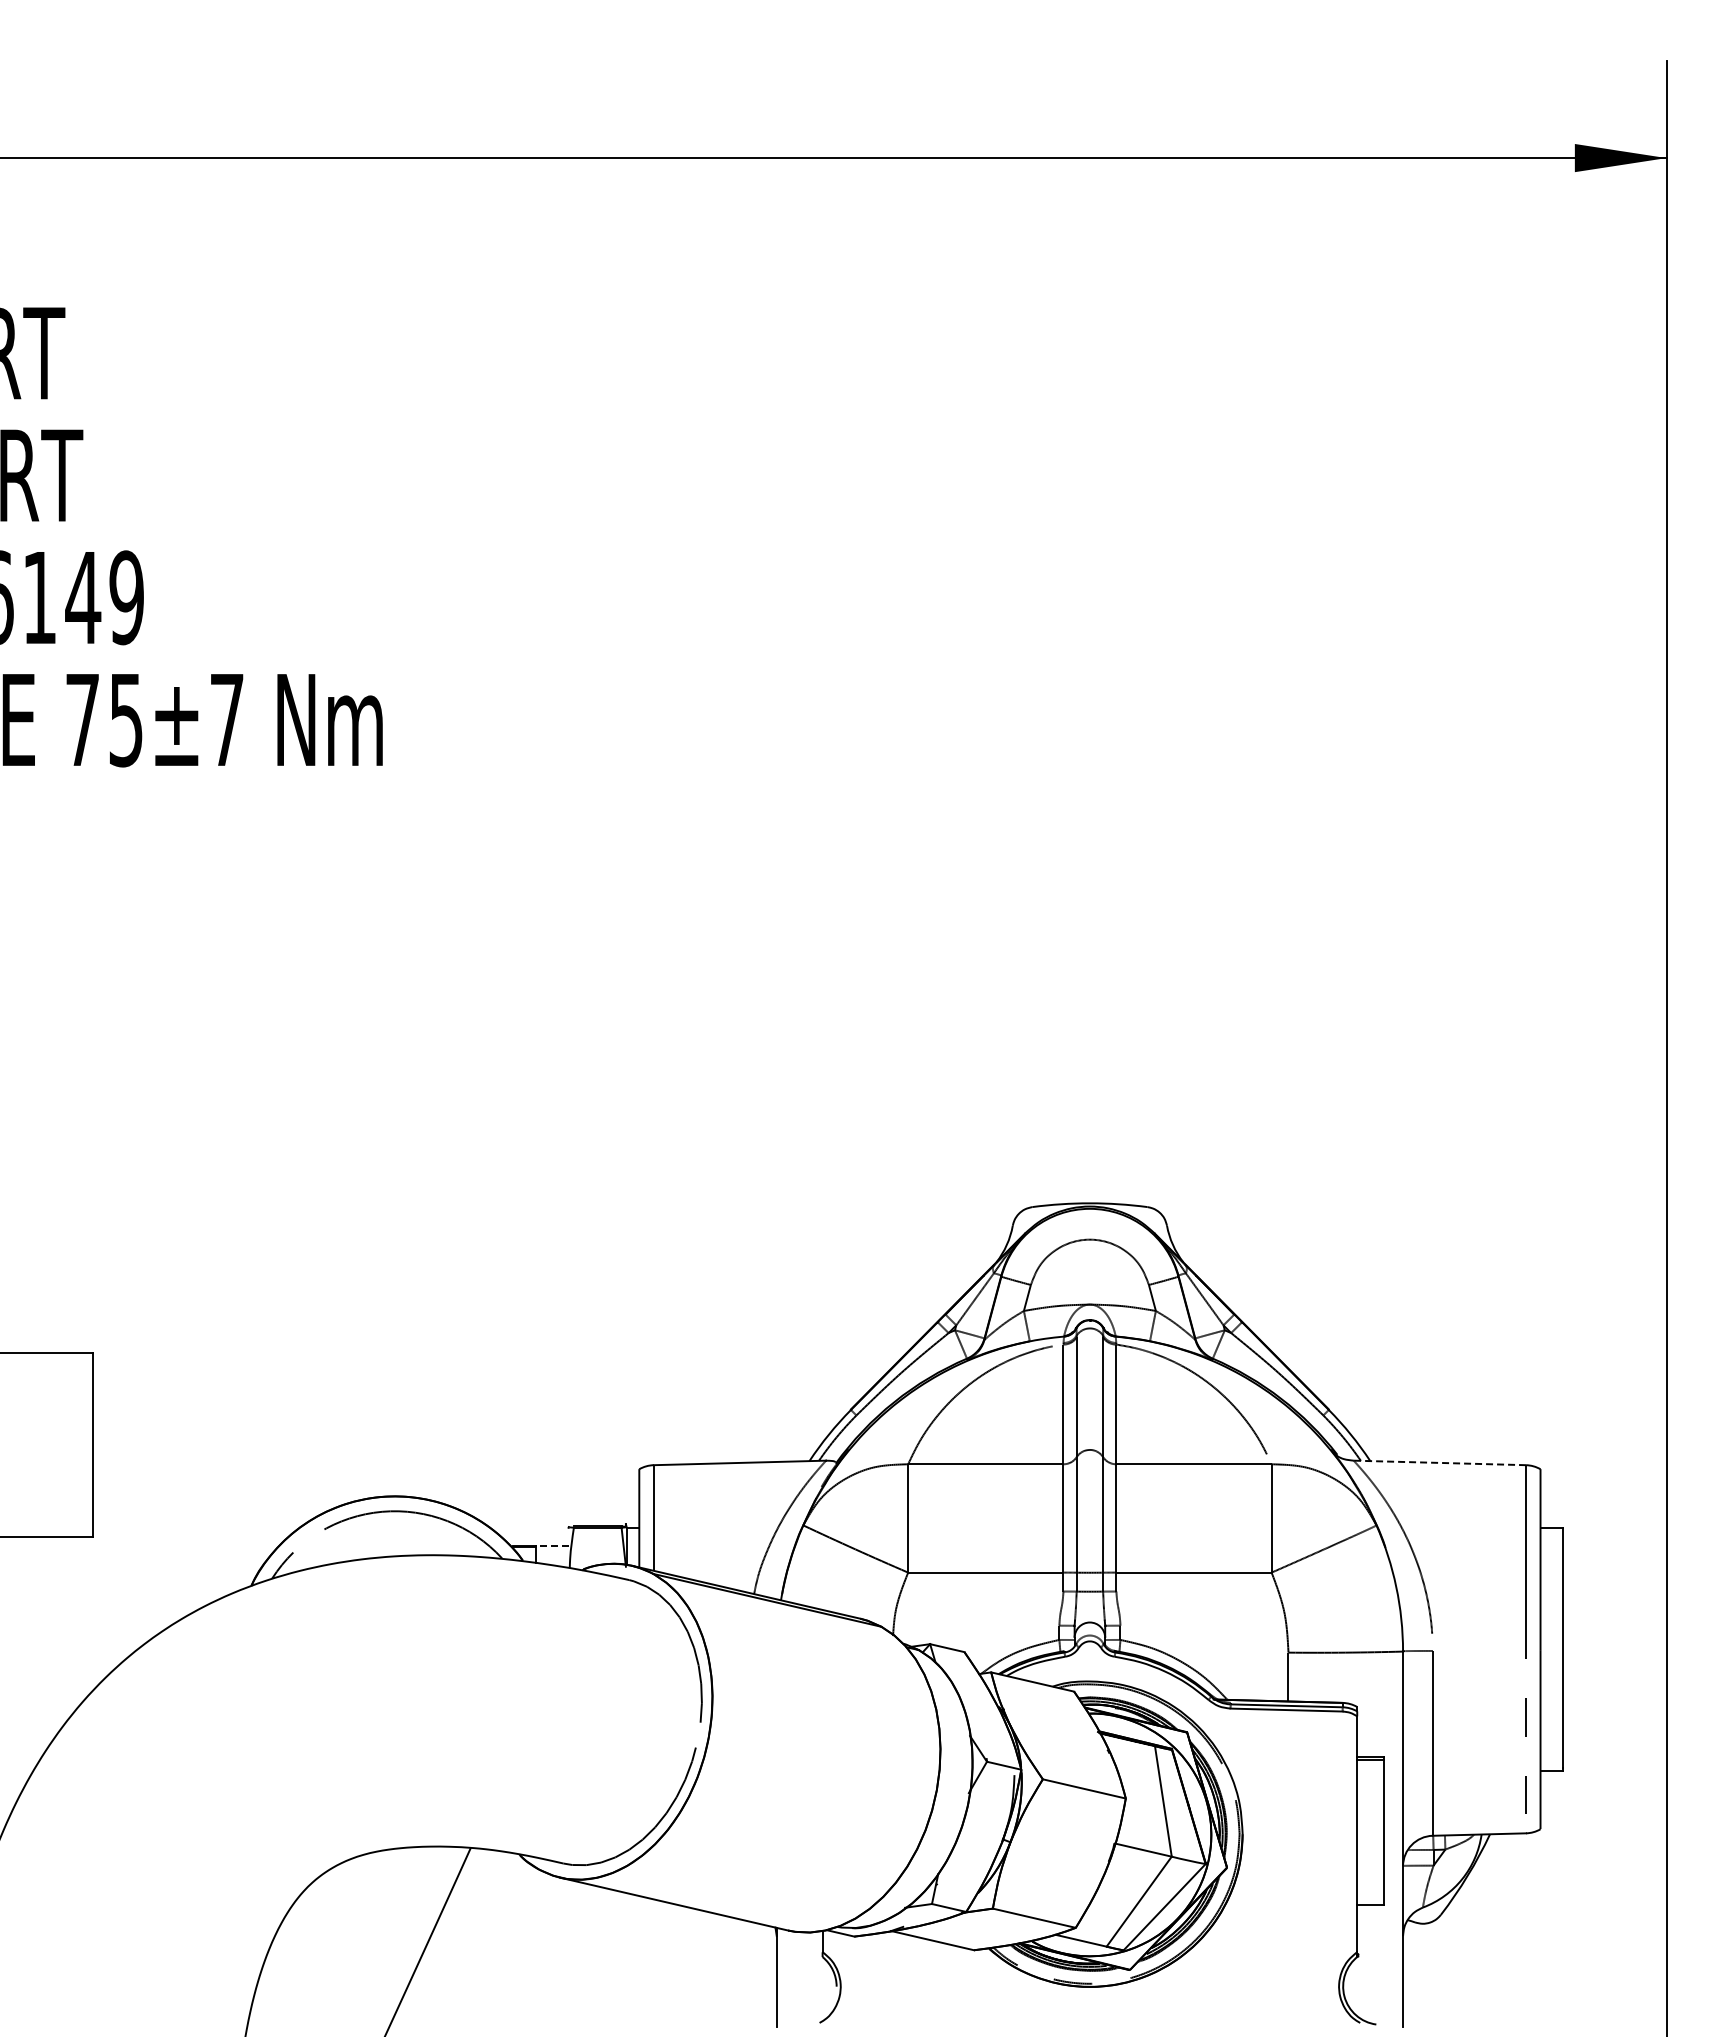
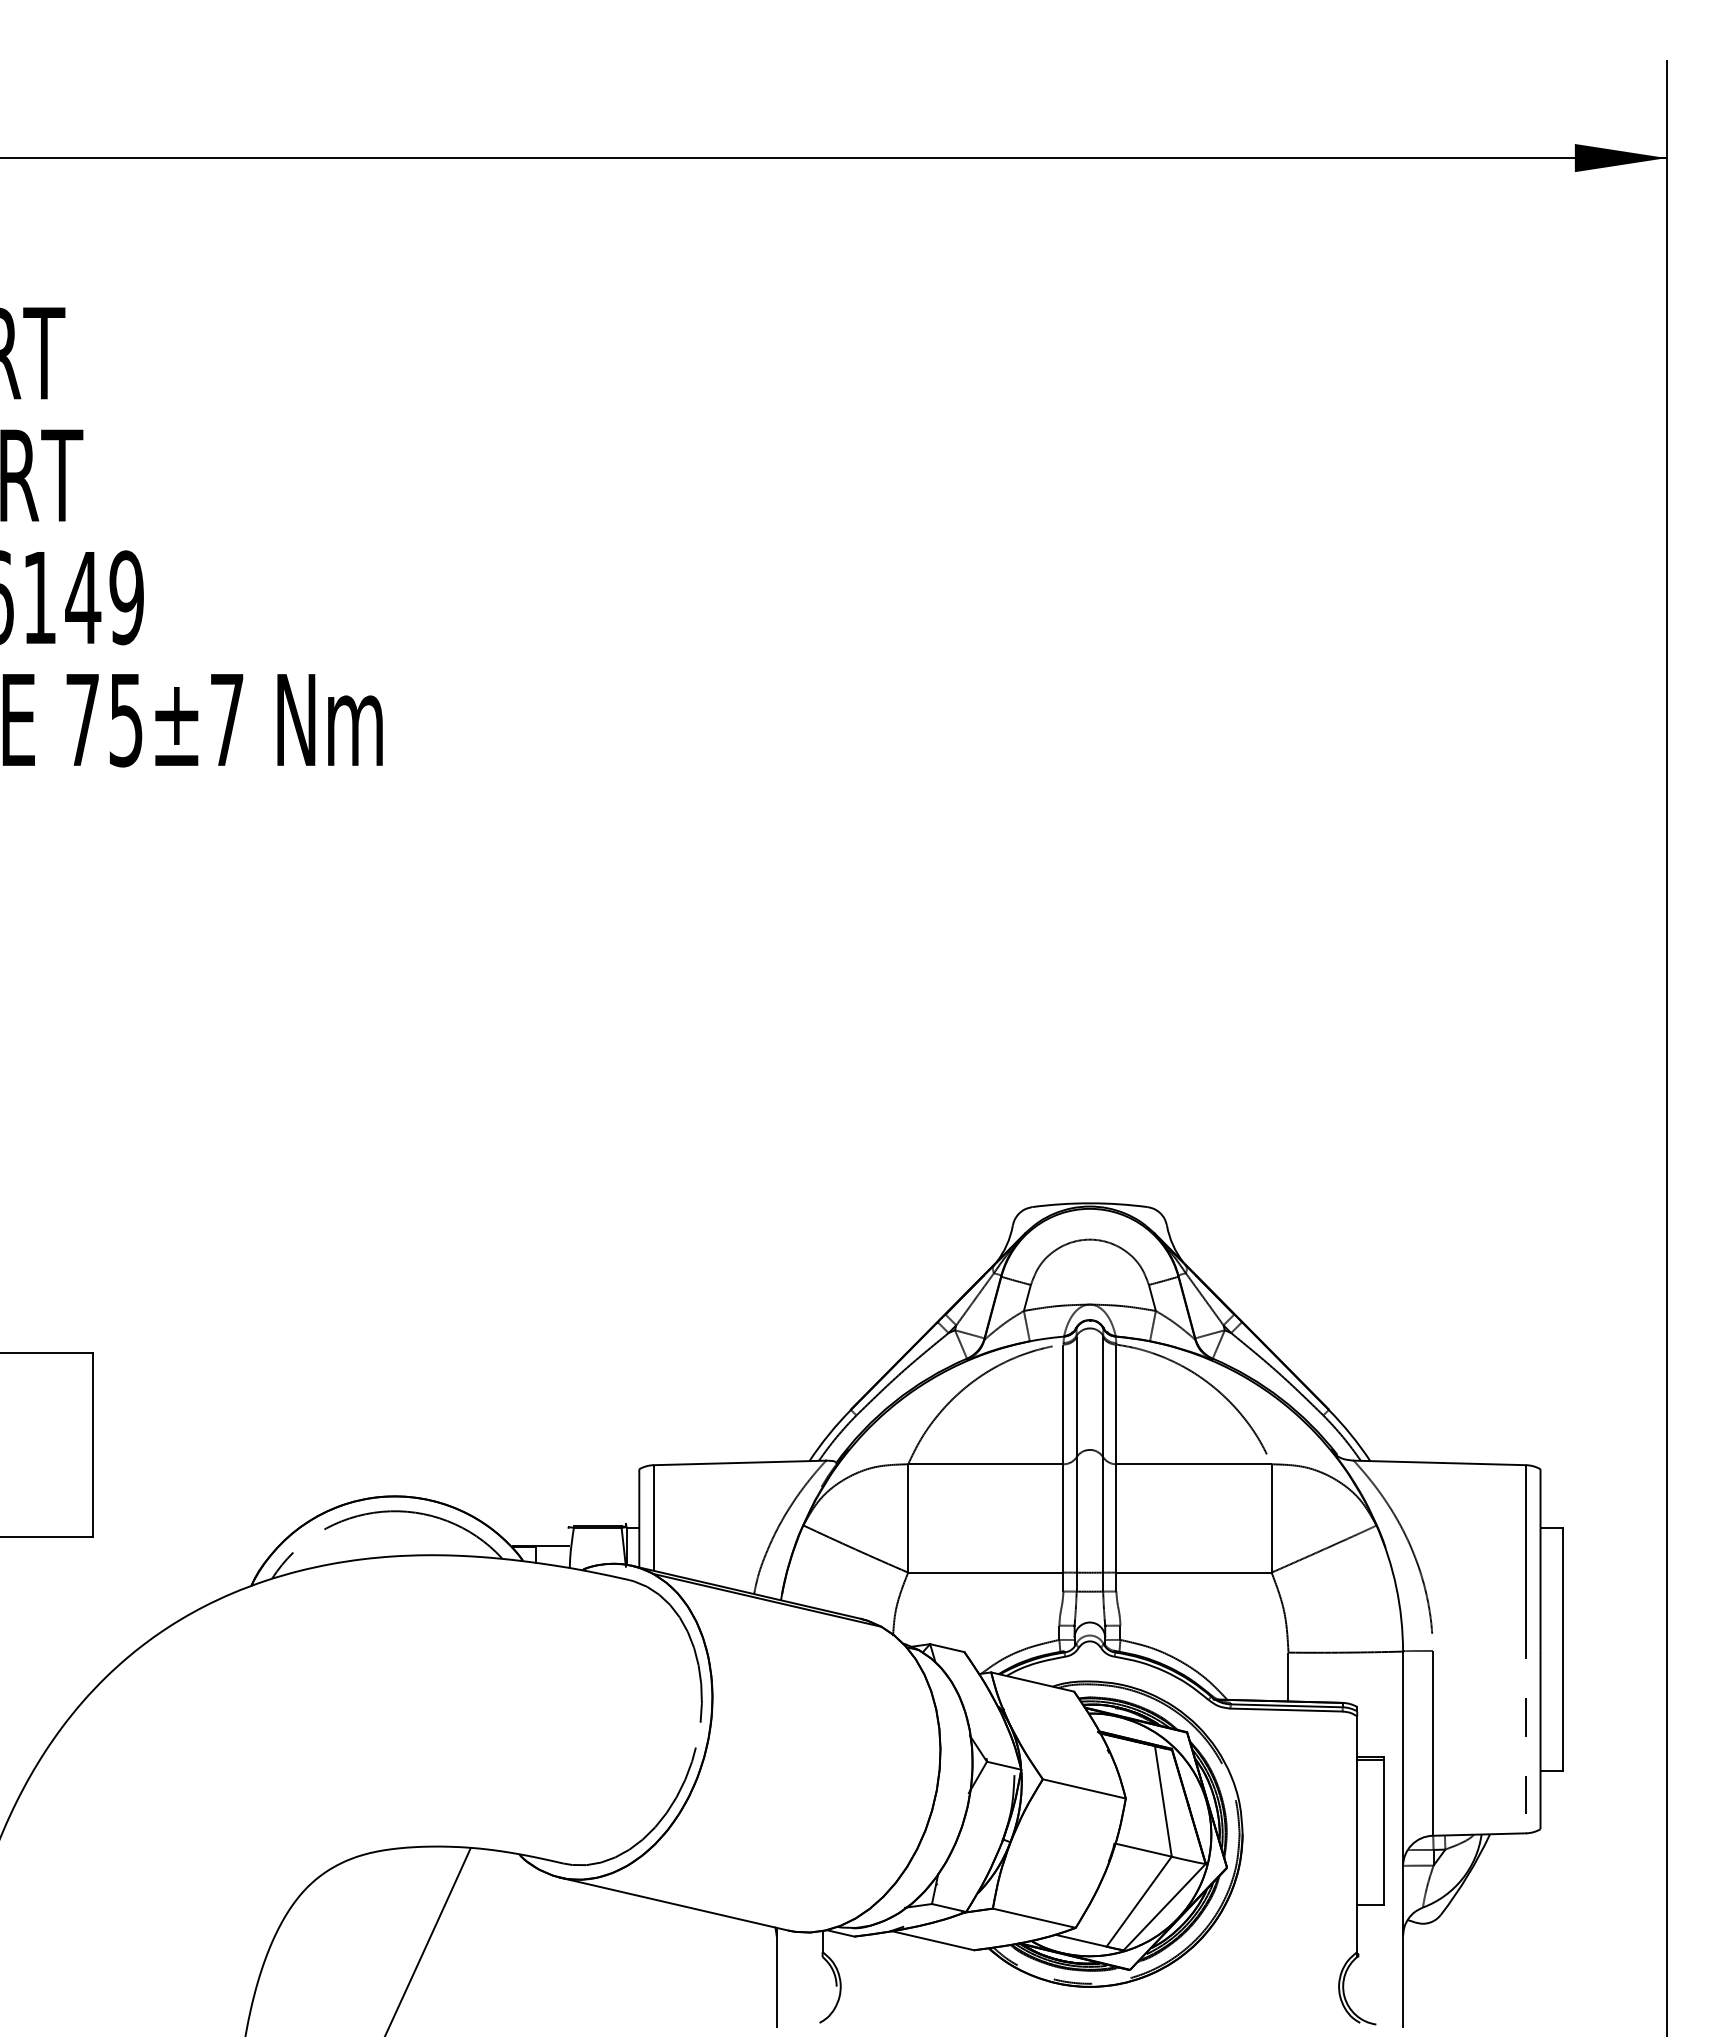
line at (1439, 1462): dashed -> solid
line at (551, 1546): dashed -> solid
